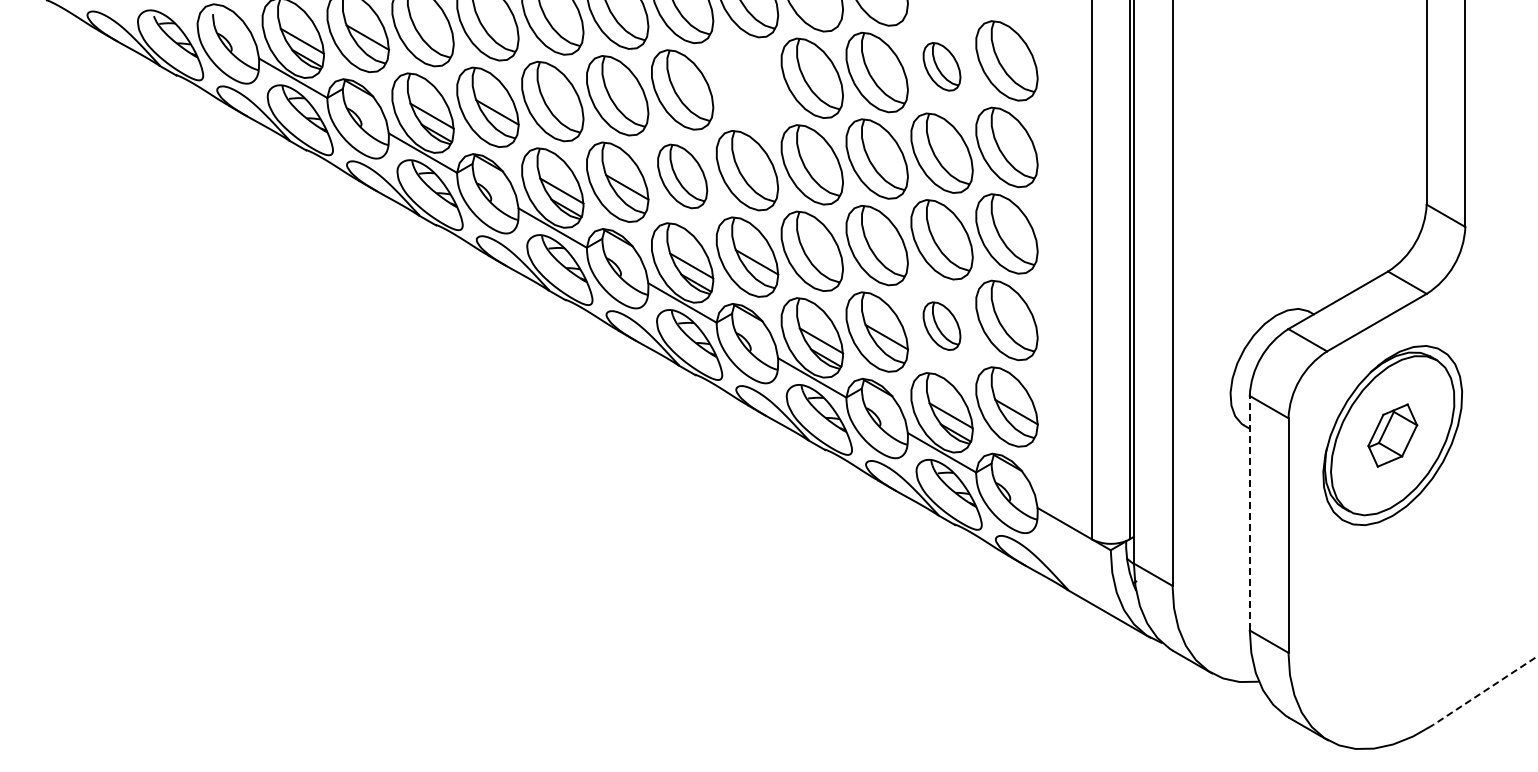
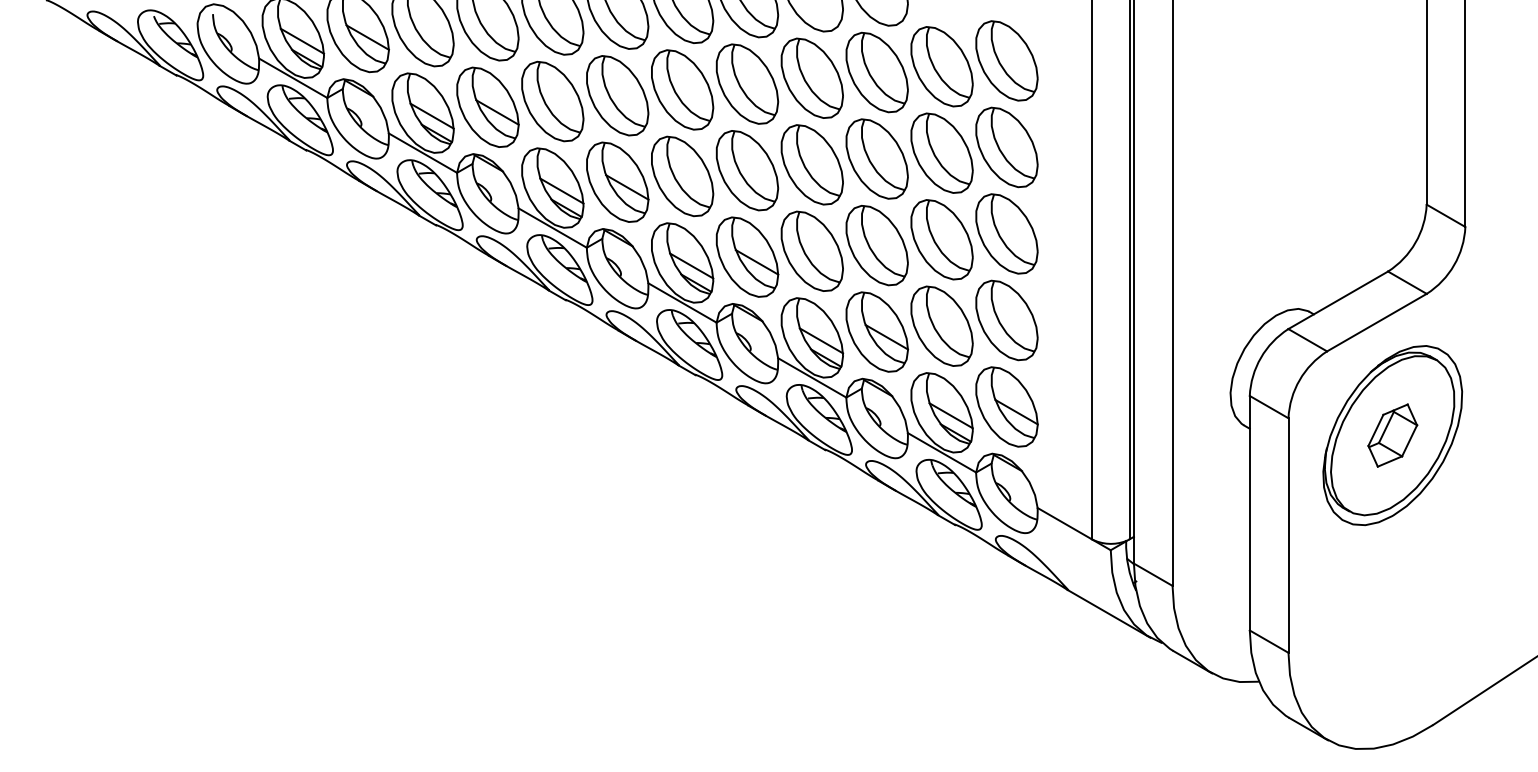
part at (941, 66) size: 40x50 px -> 64x82 px
part at (747, 83): none -> present
part at (682, 176) size: 52x67 px -> 64x83 px
part at (941, 325) size: 40x50 px -> 64x82 px
line at (1249, 512): dashed -> solid
line at (1484, 690): dashed -> solid
